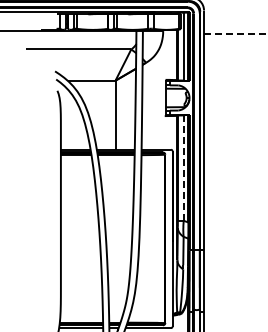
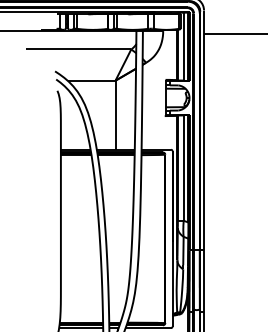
line at (235, 33): dashed -> solid
line at (183, 167): dashed -> solid
